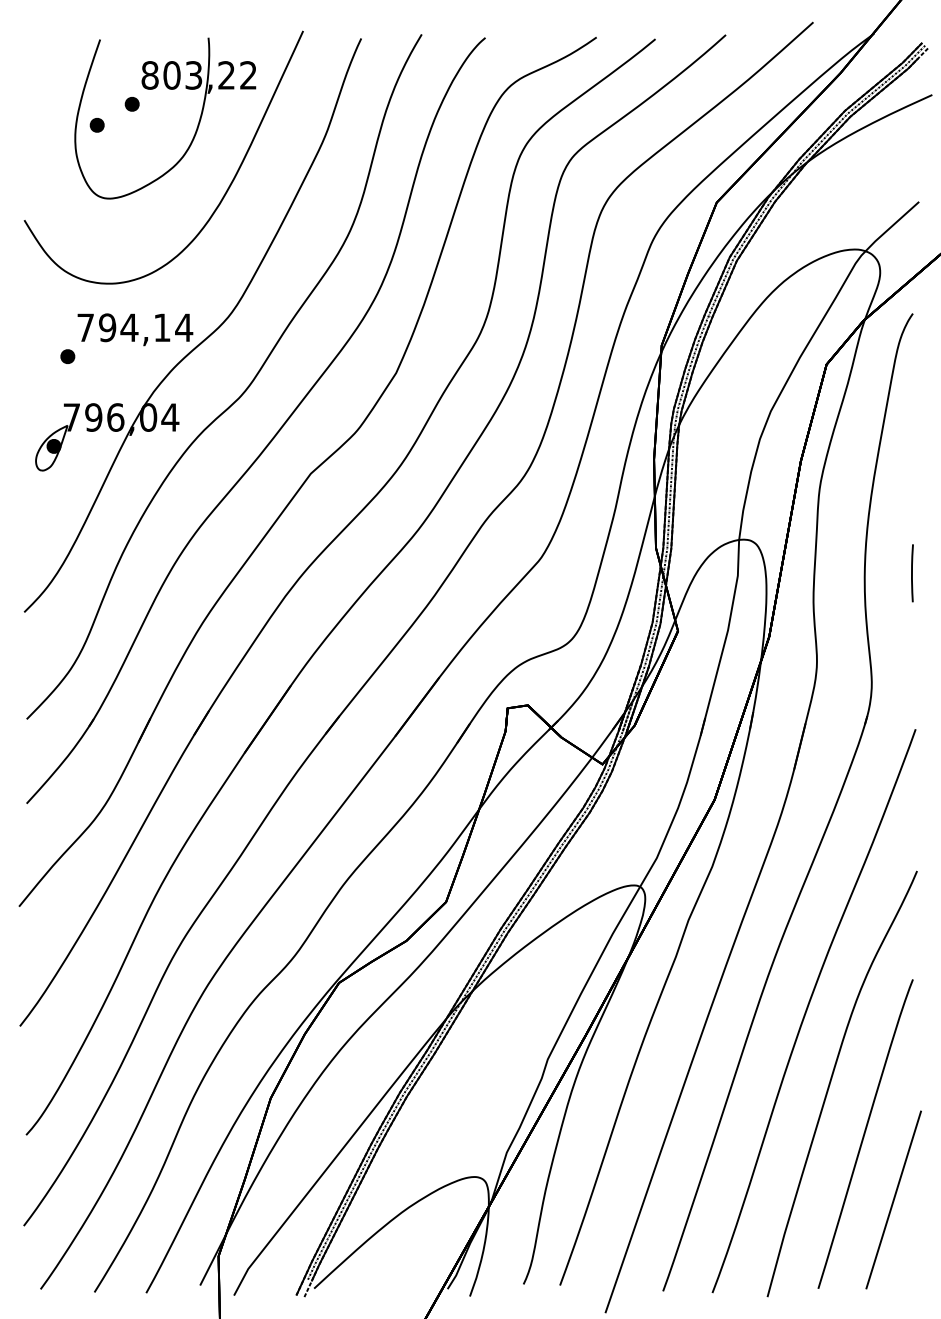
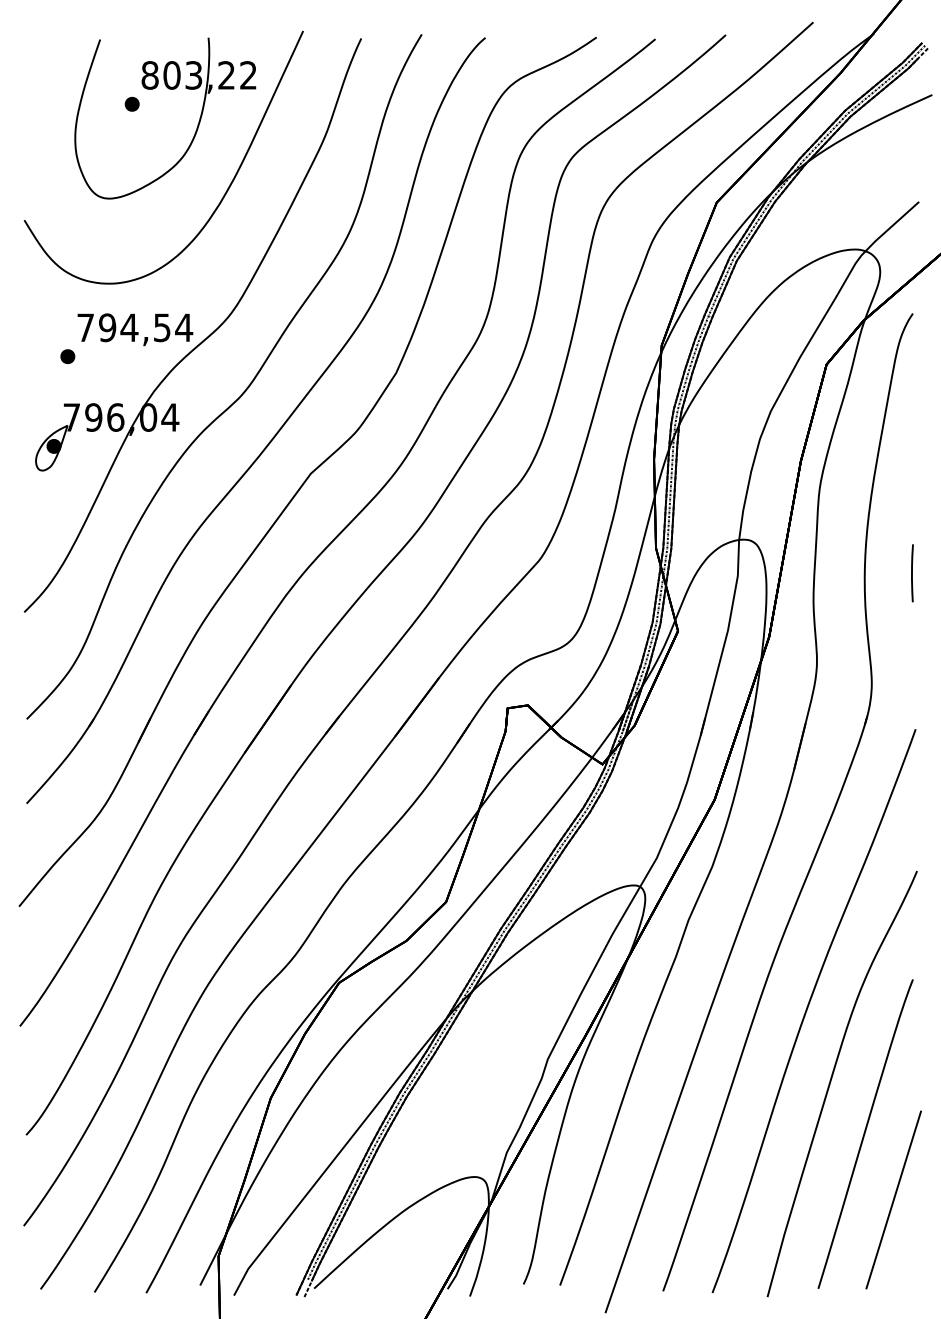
part at (96, 125): present -> none
text at (162, 327): 794,14 -> 794,54
